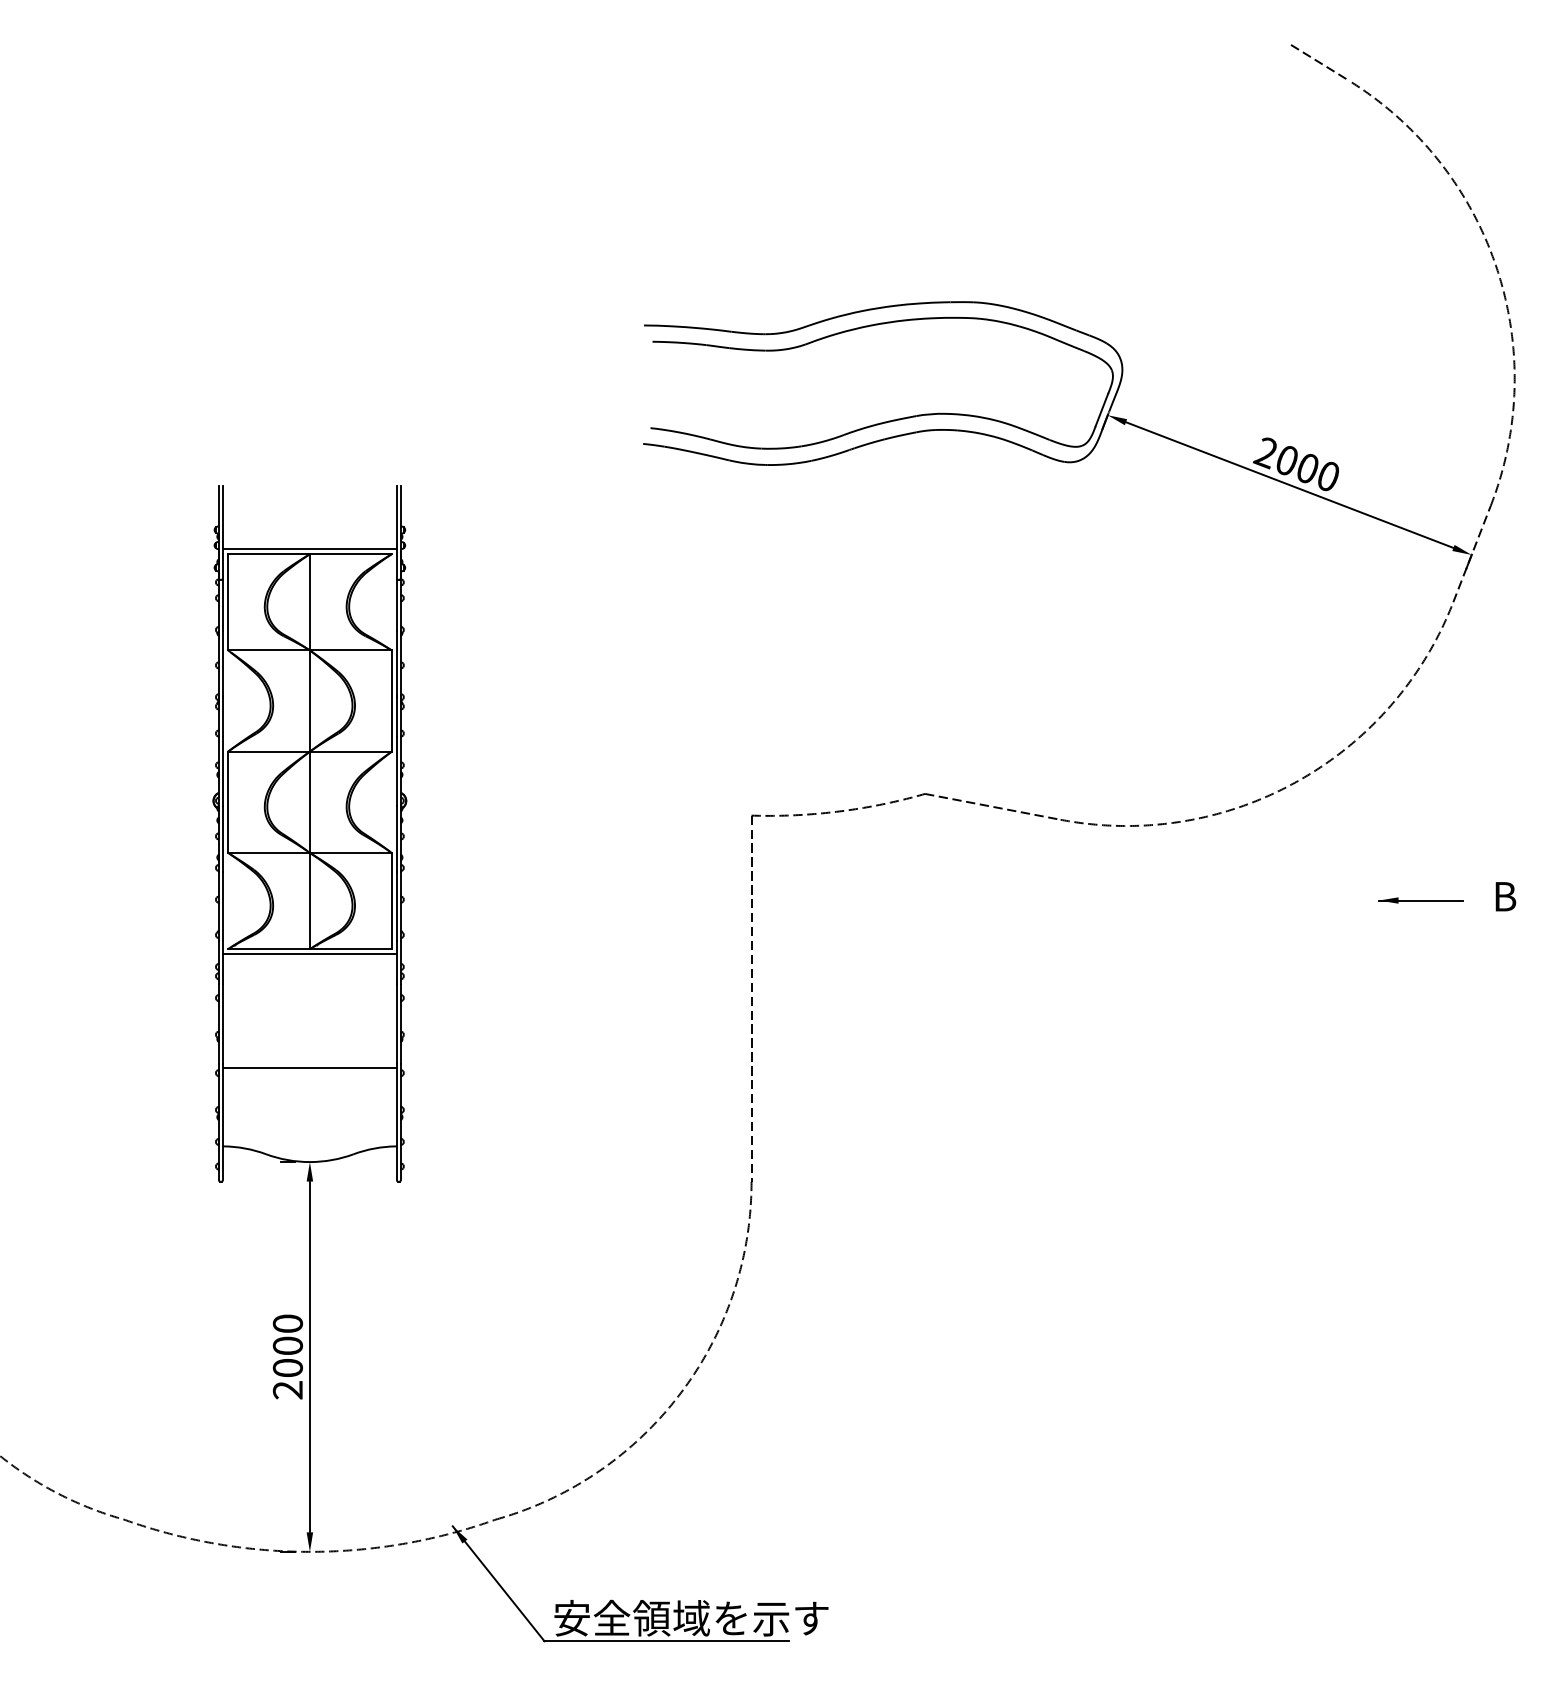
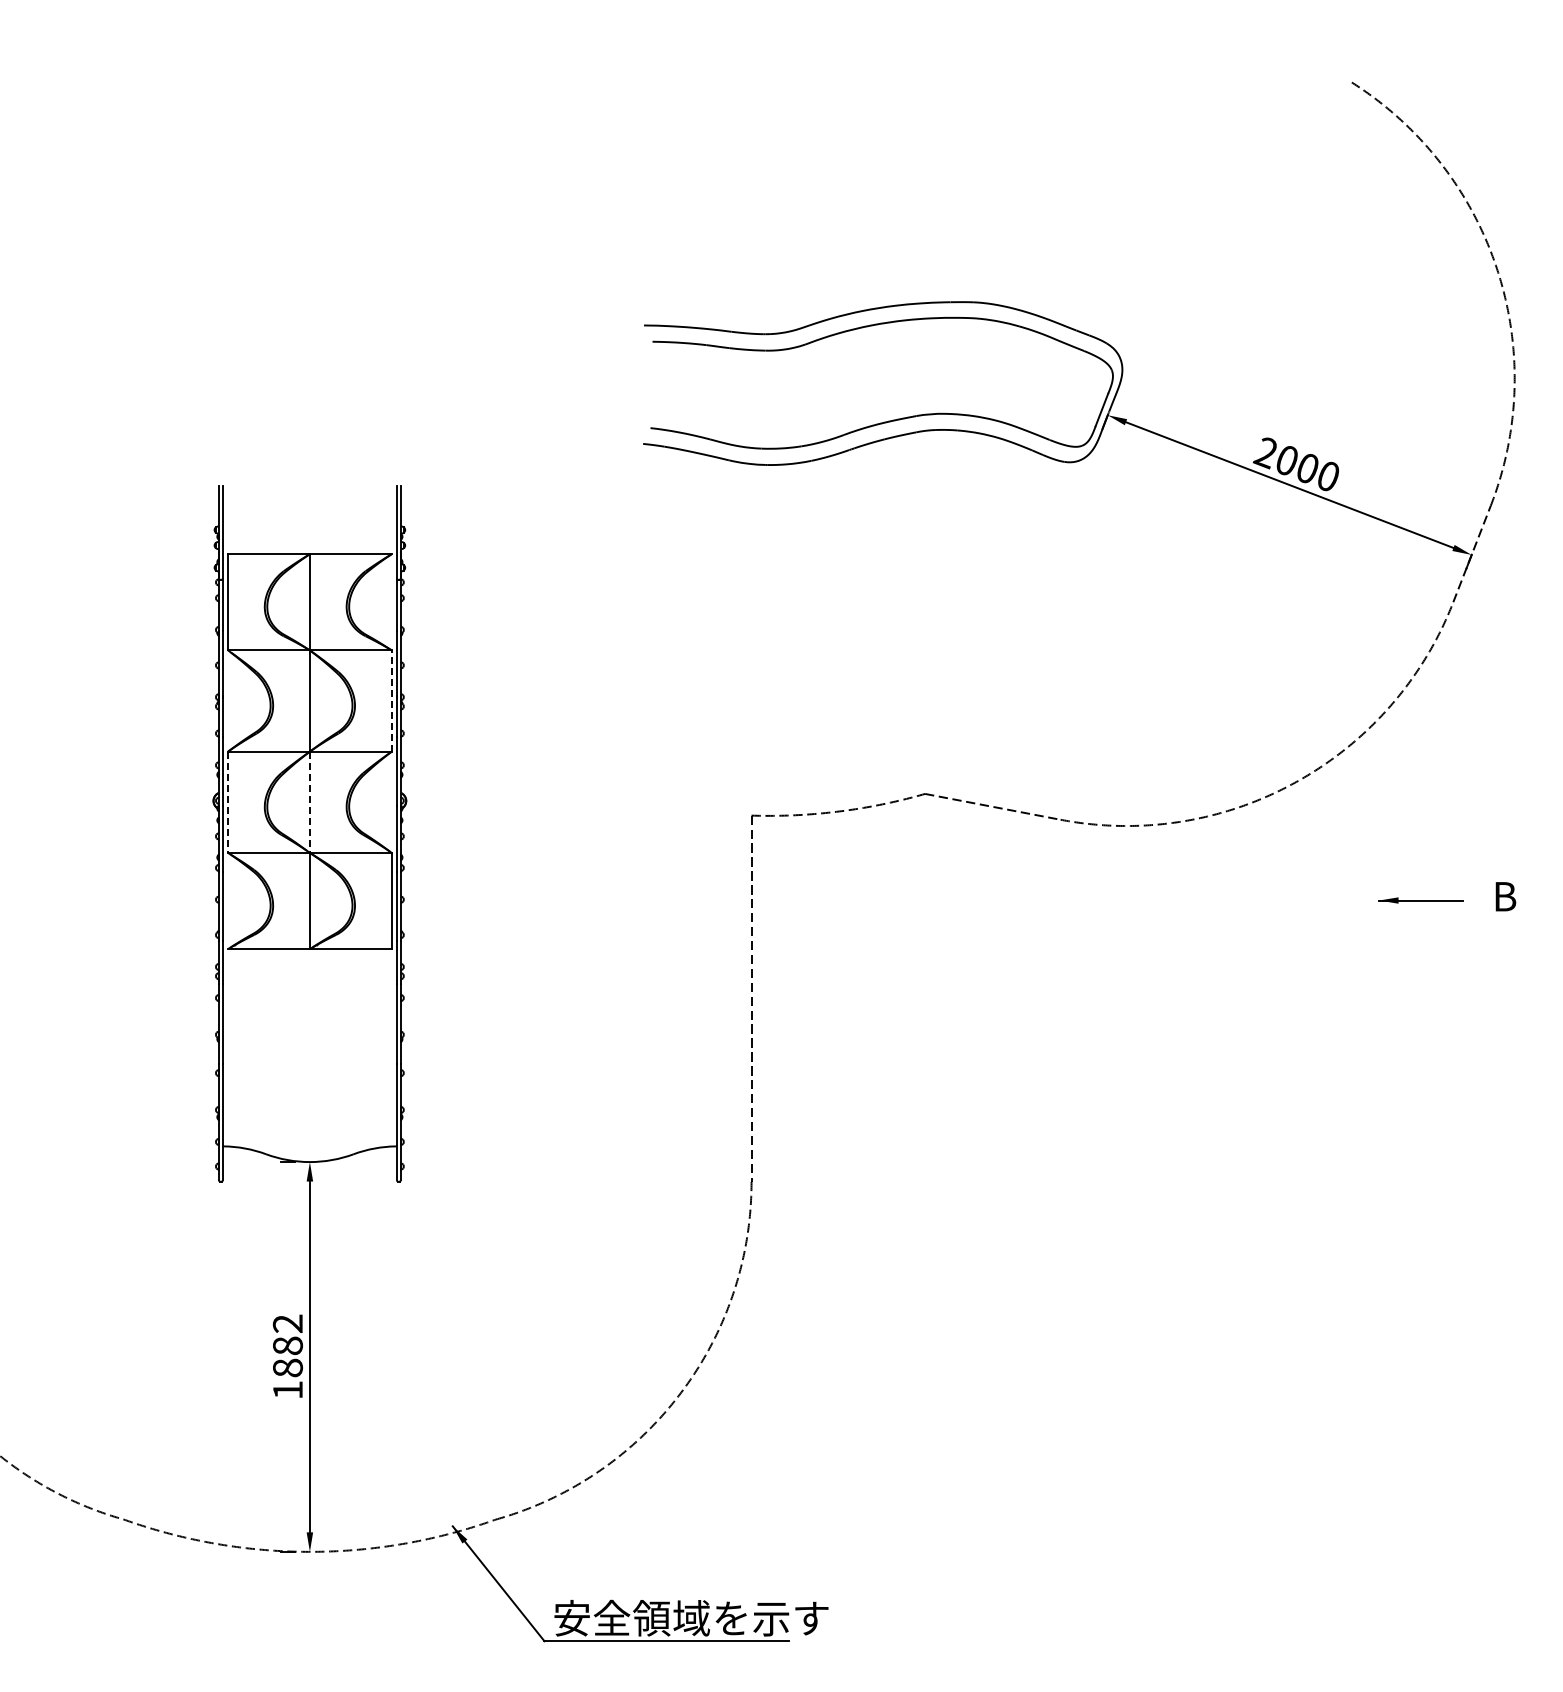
line at (1319, 62): present -> none
line at (309, 548): present -> none
line at (391, 701): solid -> dashed
line at (228, 802): solid -> dashed
line at (309, 802): solid -> dashed
line at (309, 953): present -> none
line at (309, 1068): present -> none
text at (287, 1356): 2000 -> 1882
